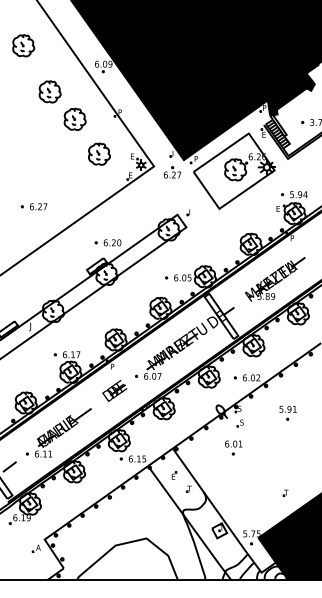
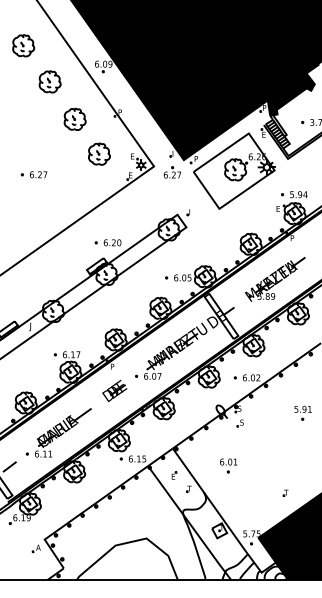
part at (49, 91) position: (49, 91) -> (49, 81)
part at (33, 206) position: (33, 206) -> (33, 174)
part at (287, 412) position: (287, 412) -> (302, 412)
part at (233, 447) position: (233, 447) -> (228, 465)
